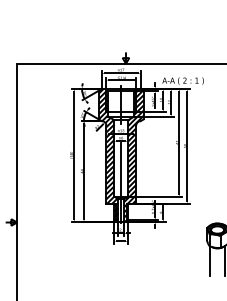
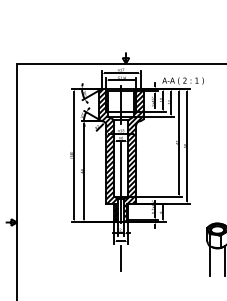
line at (121, 258): none -> present
